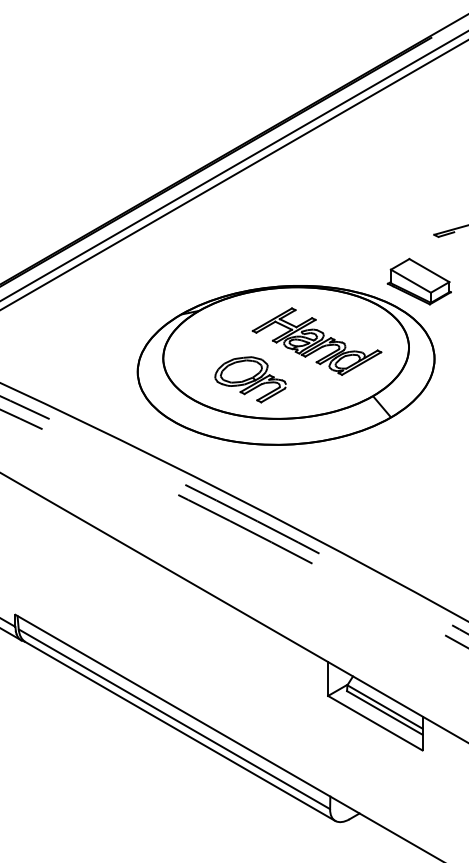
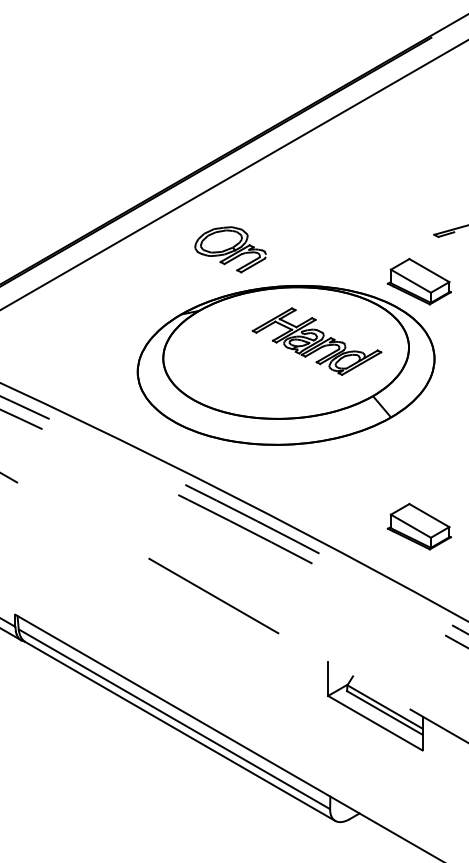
line at (233, 165): present -> none
part at (250, 379) position: (250, 379) -> (230, 249)
part at (418, 526): none -> present
line at (234, 608): solid -> dashed
